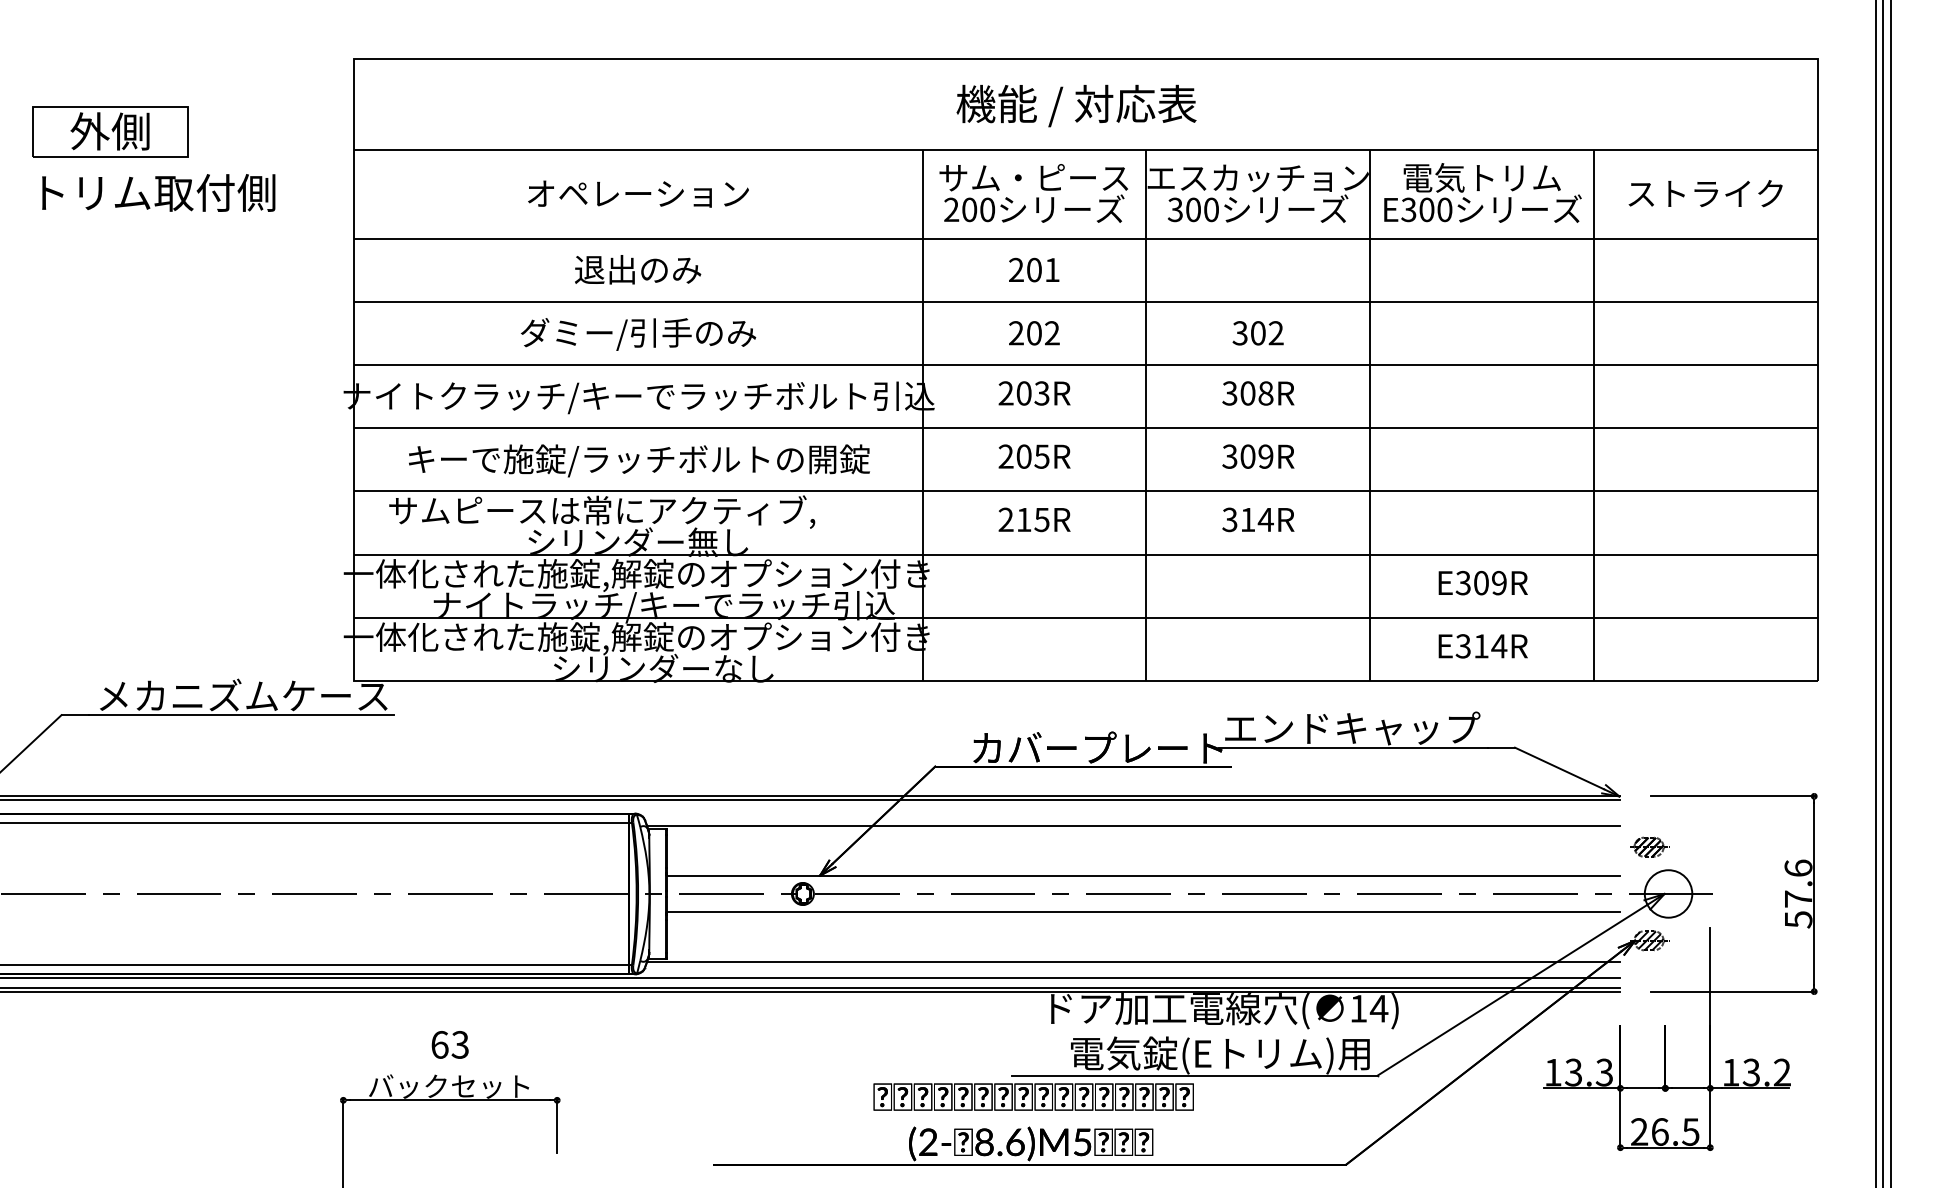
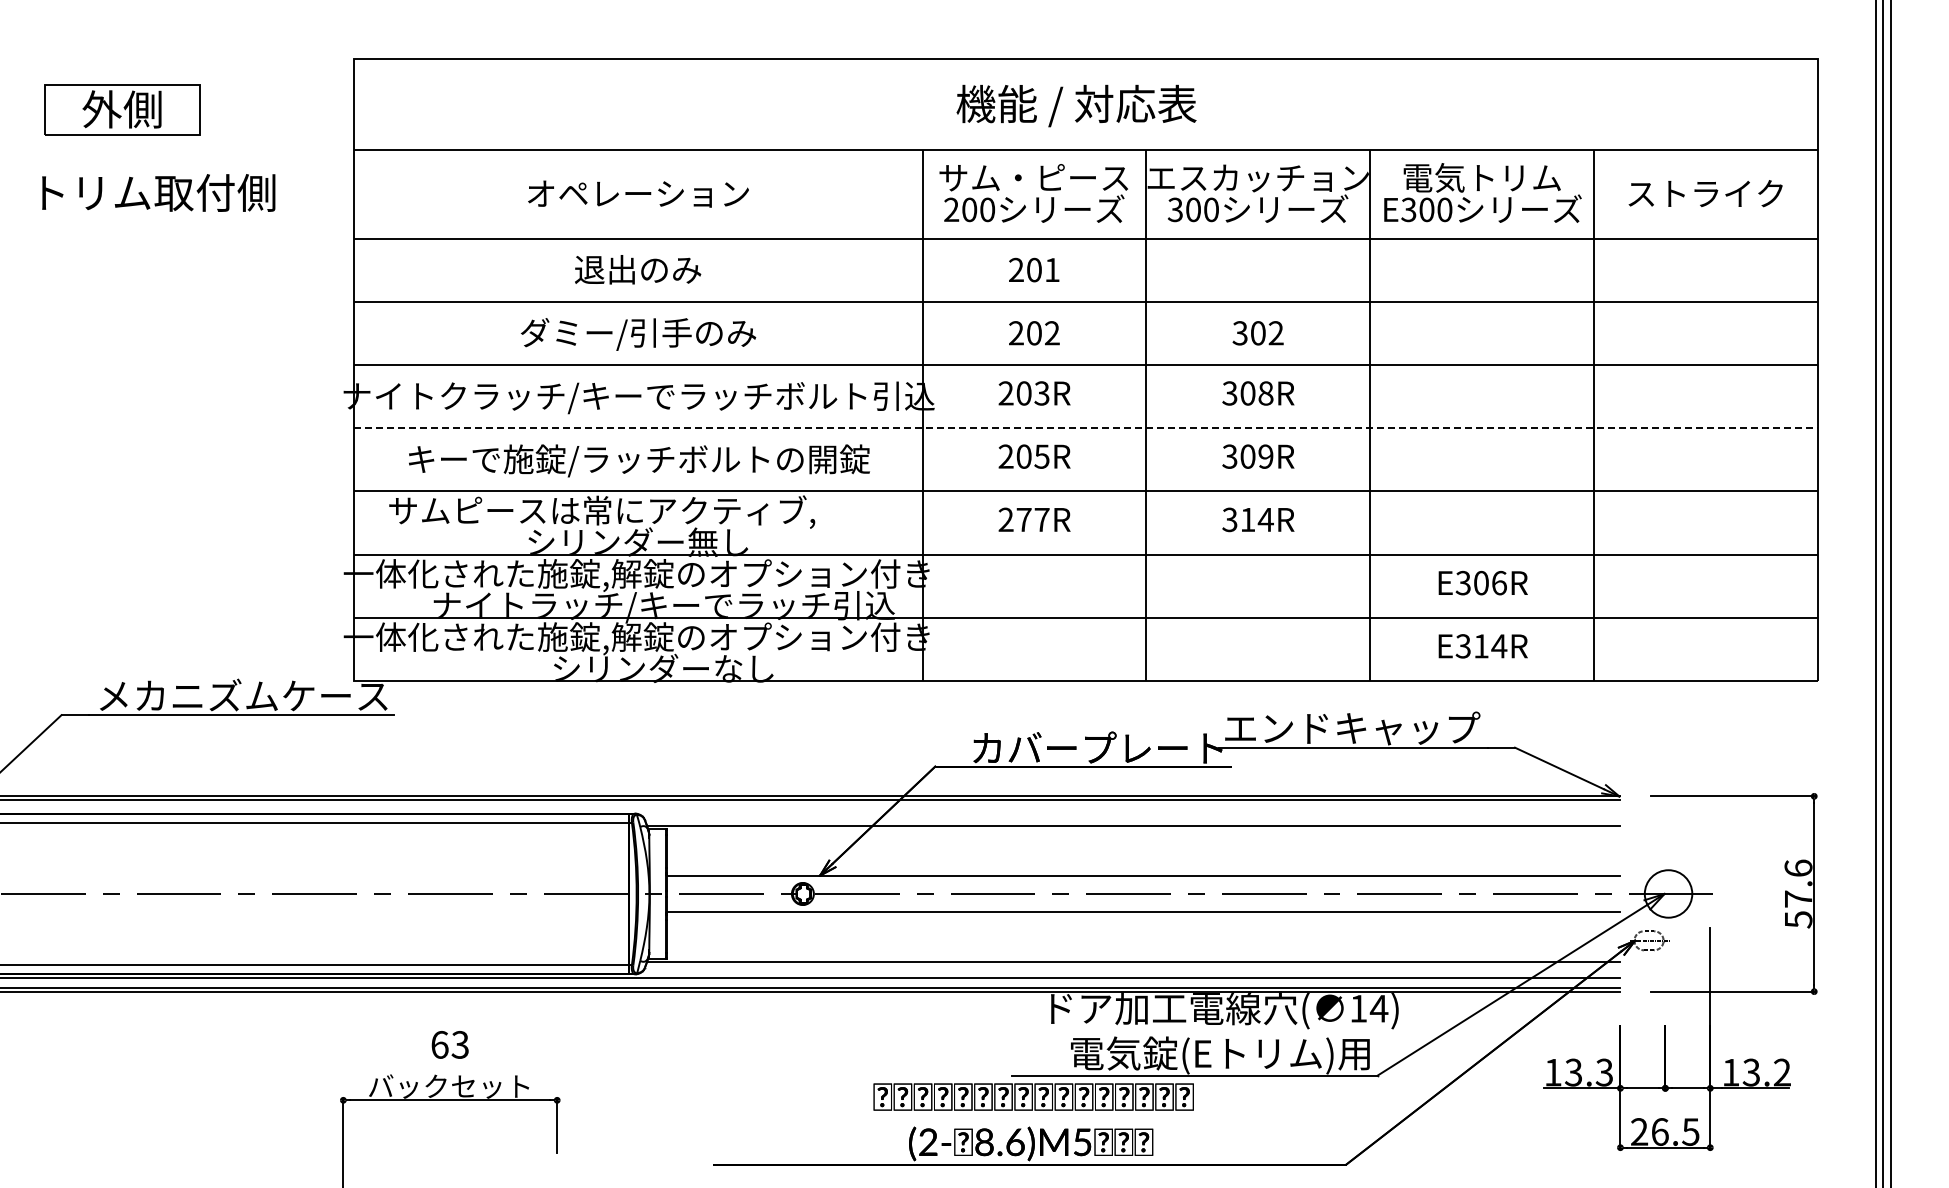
part at (110, 131) position: (110, 131) -> (122, 109)
line at (1086, 428): solid -> dashed
text at (1032, 520): 215R -> 277R
text at (1499, 582): E309R -> E306R
part at (1649, 846): present -> none
hatch at (1649, 940): present -> none
